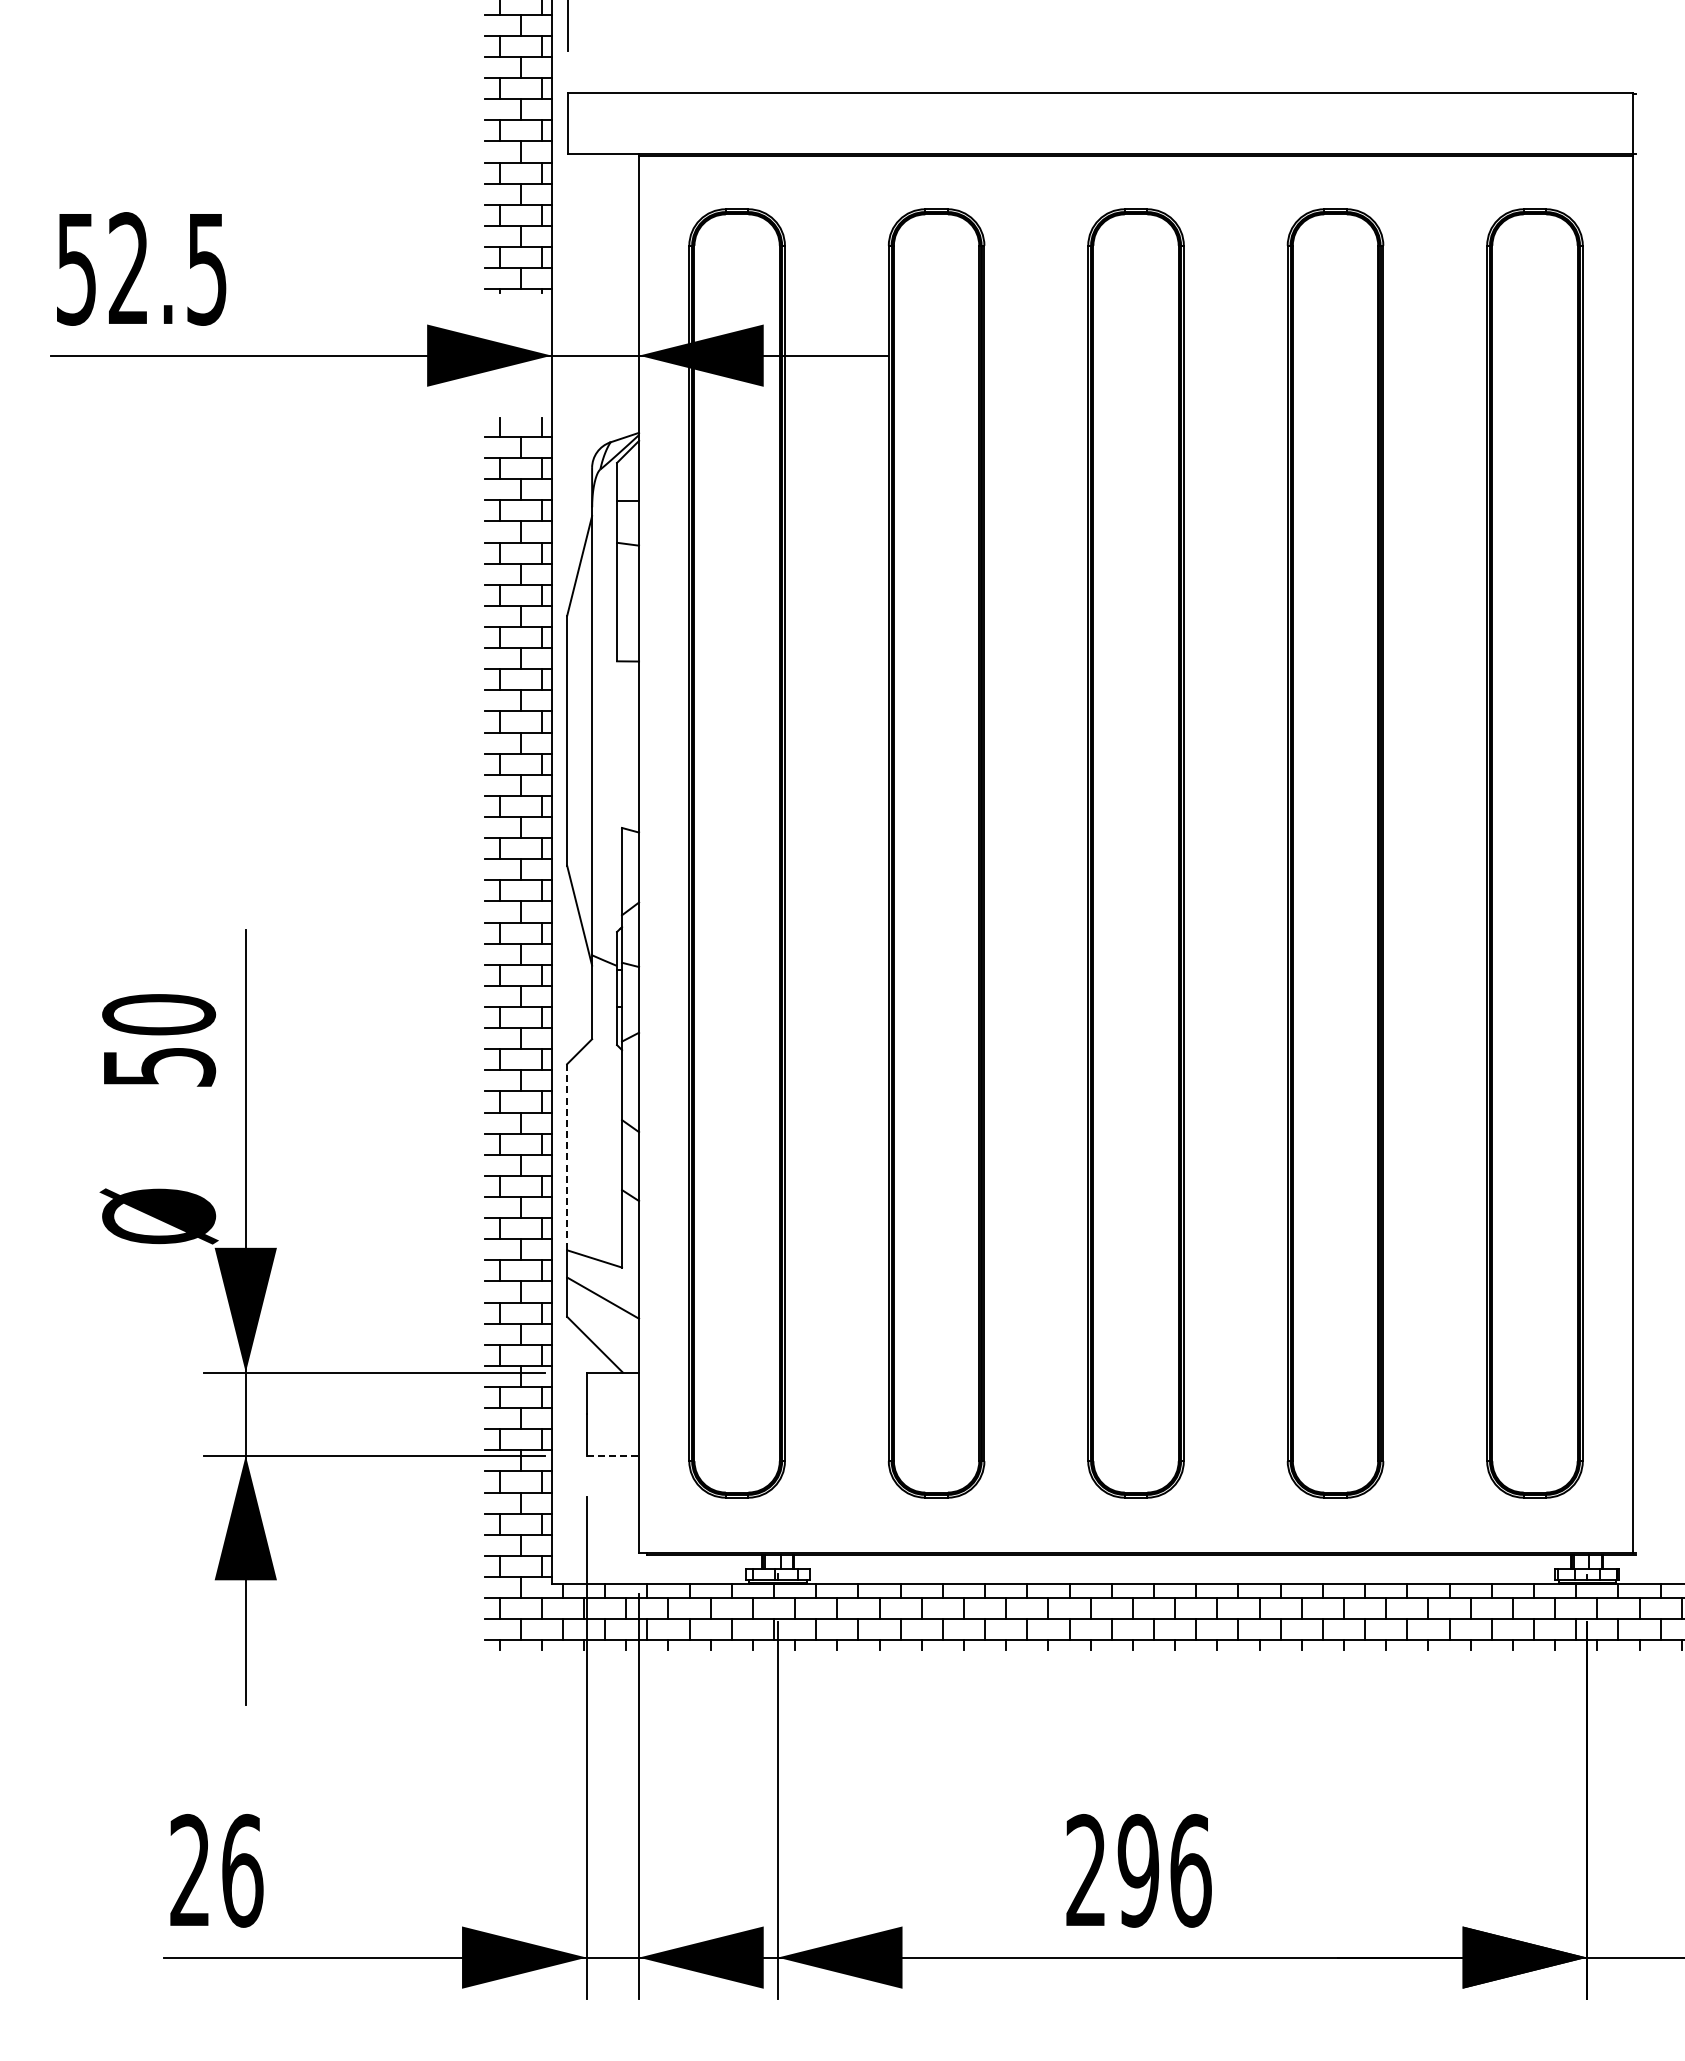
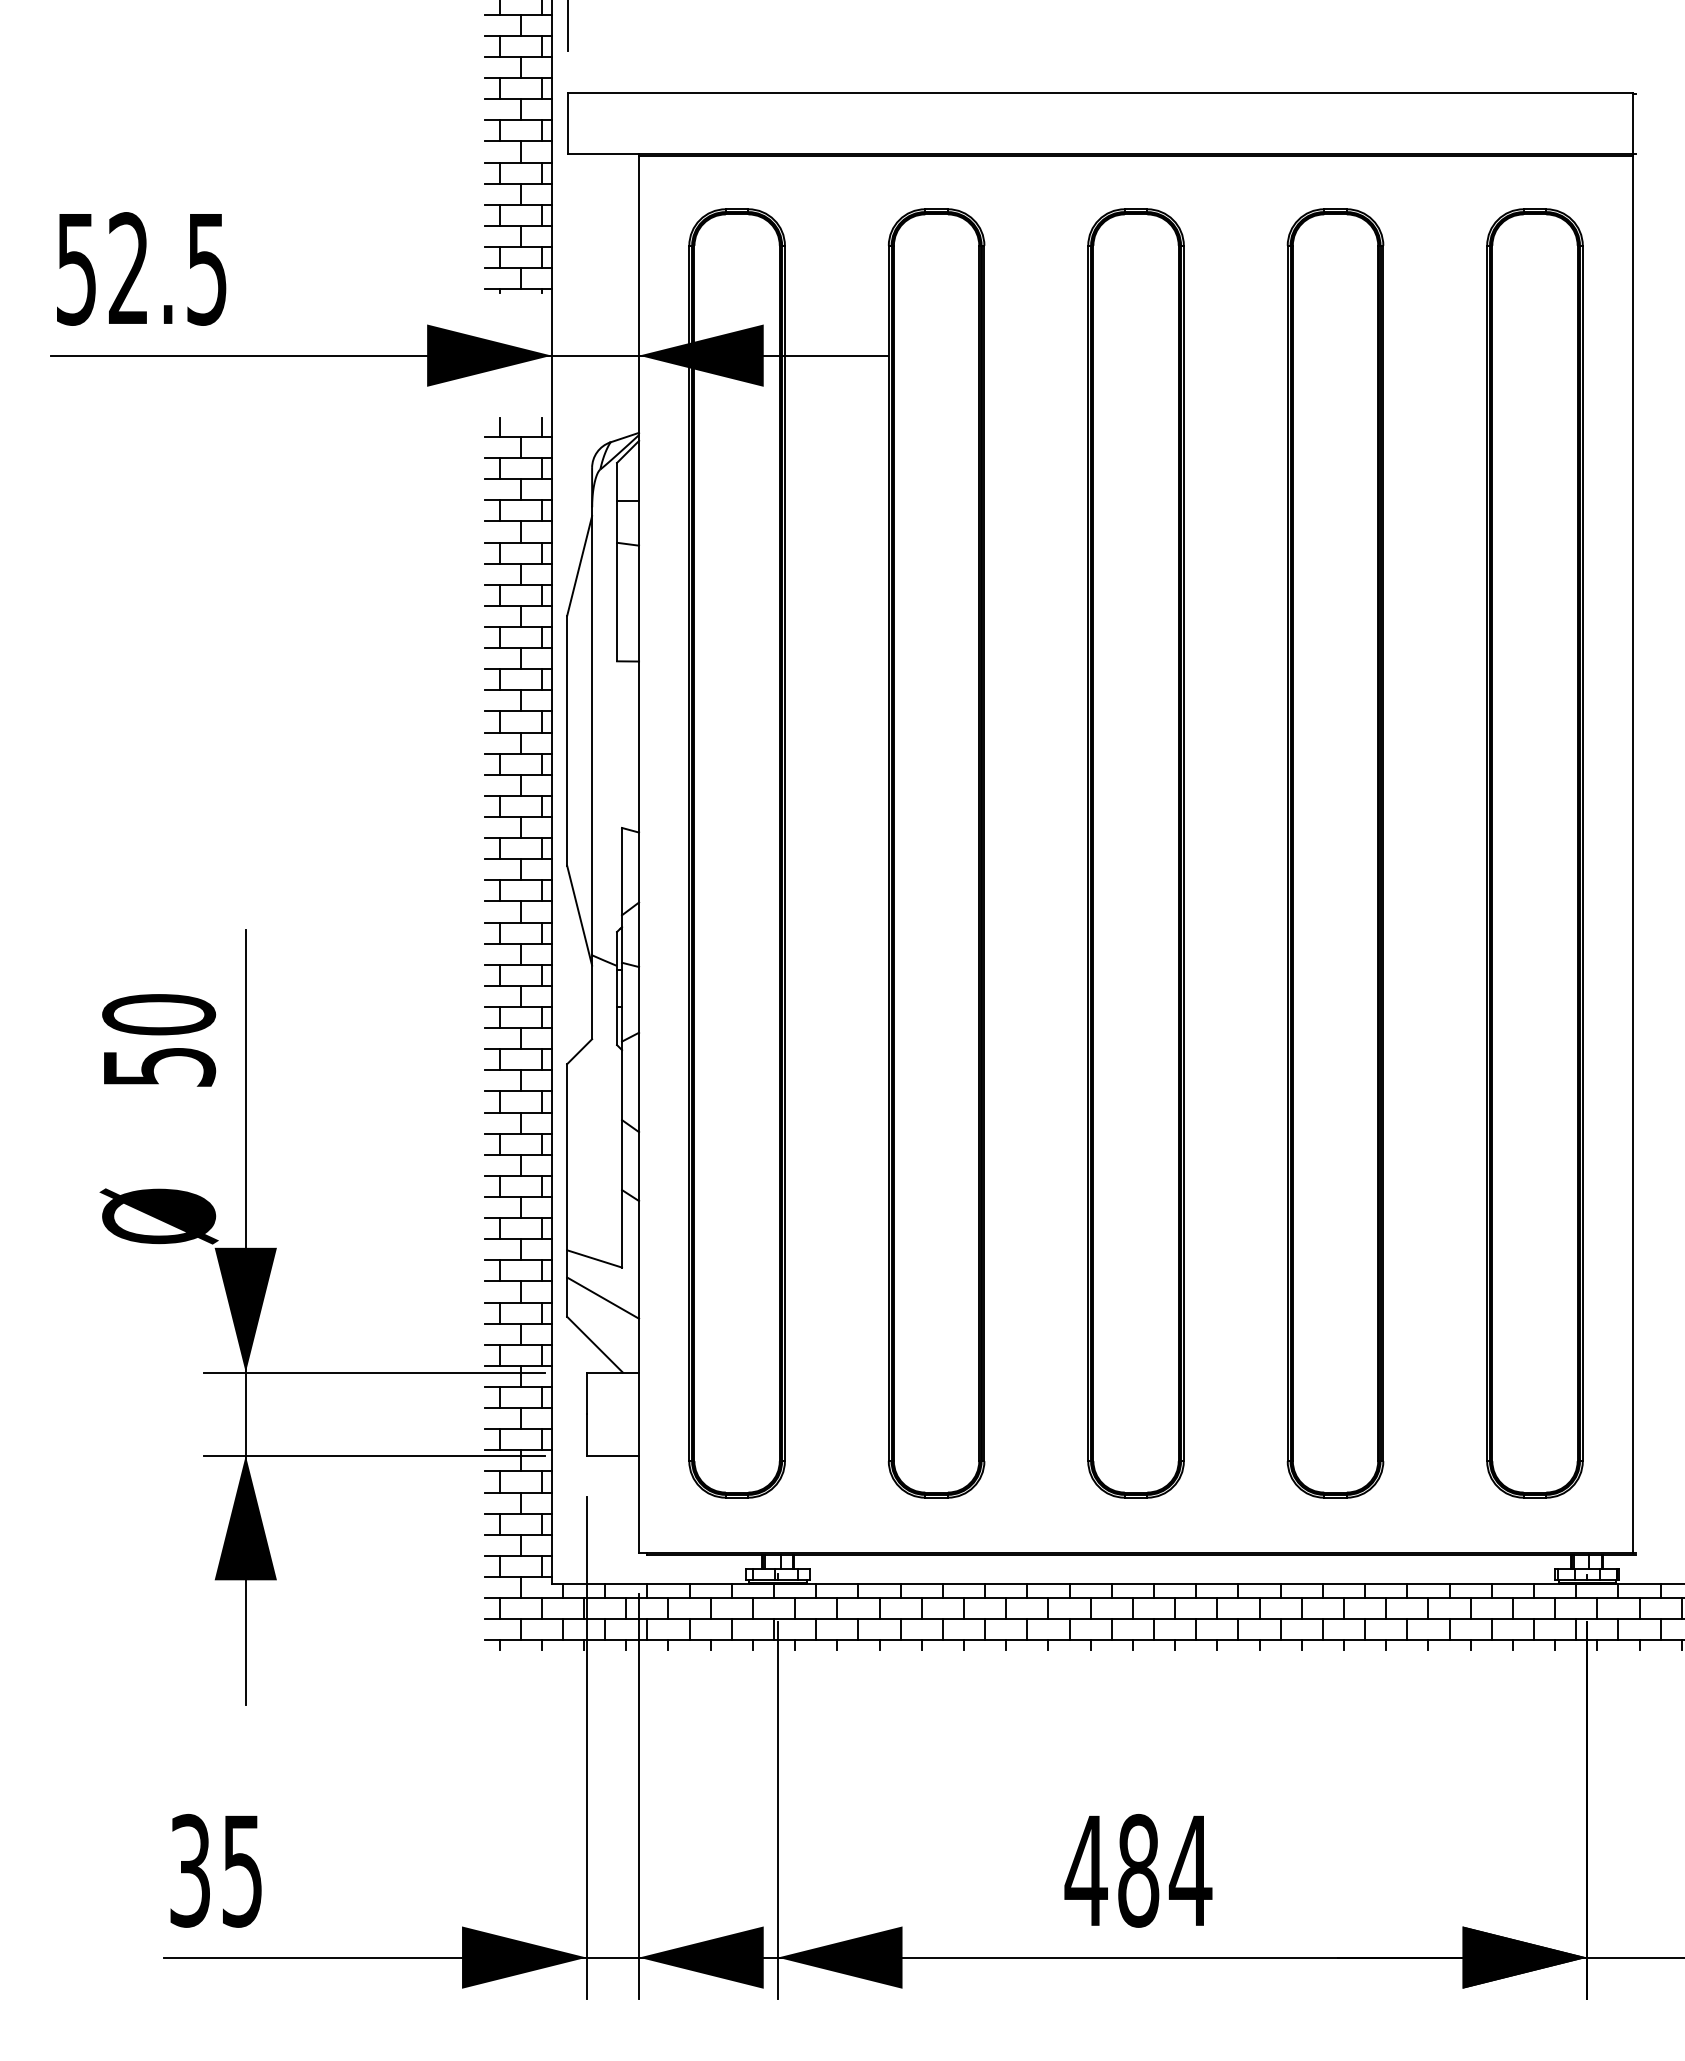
line at (567, 1157): dashed -> solid
line at (613, 1455): dashed -> solid
text at (216, 1870): 26 -> 35
text at (1138, 1870): 296 -> 484
